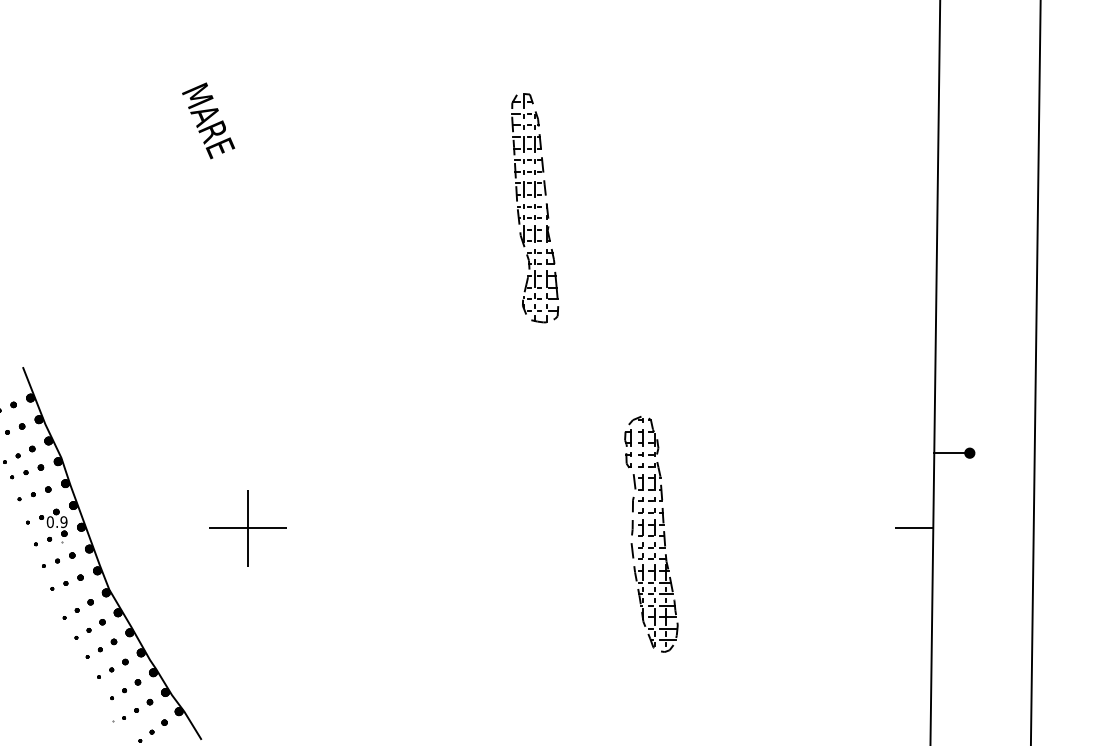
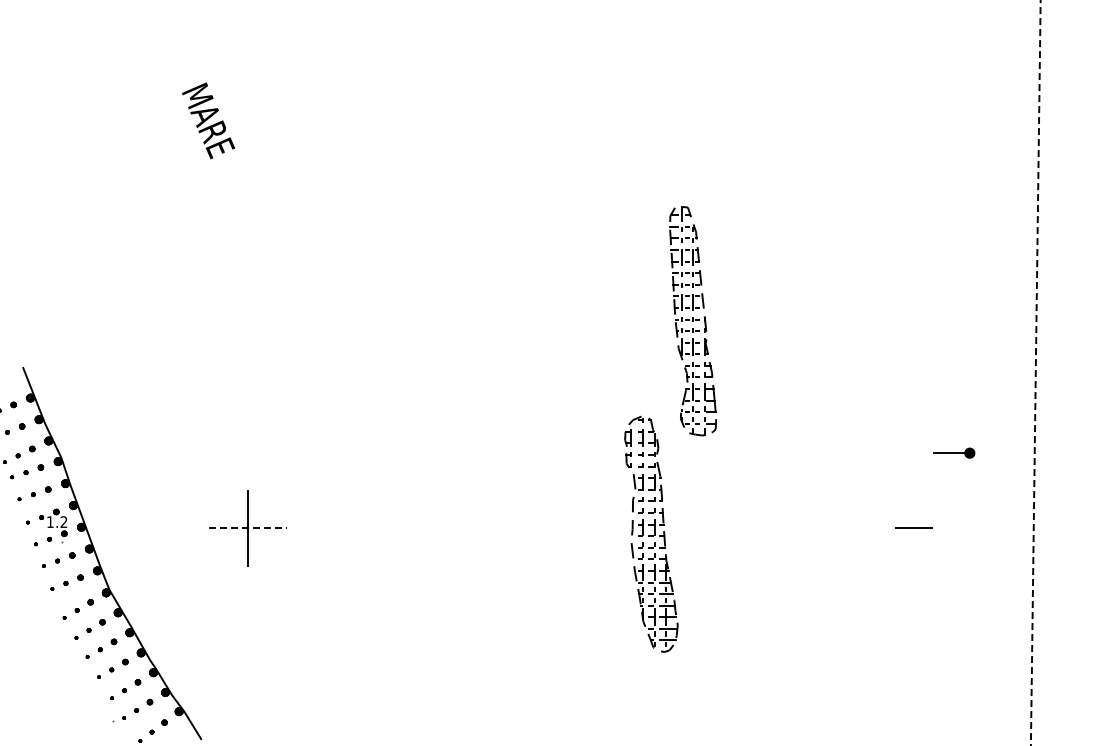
part at (535, 208) position: (535, 208) -> (693, 321)
line at (935, 372): present -> none
line at (1035, 373): solid -> dashed
text at (56, 522): 0.9 -> 1.2
line at (248, 528): solid -> dashed
